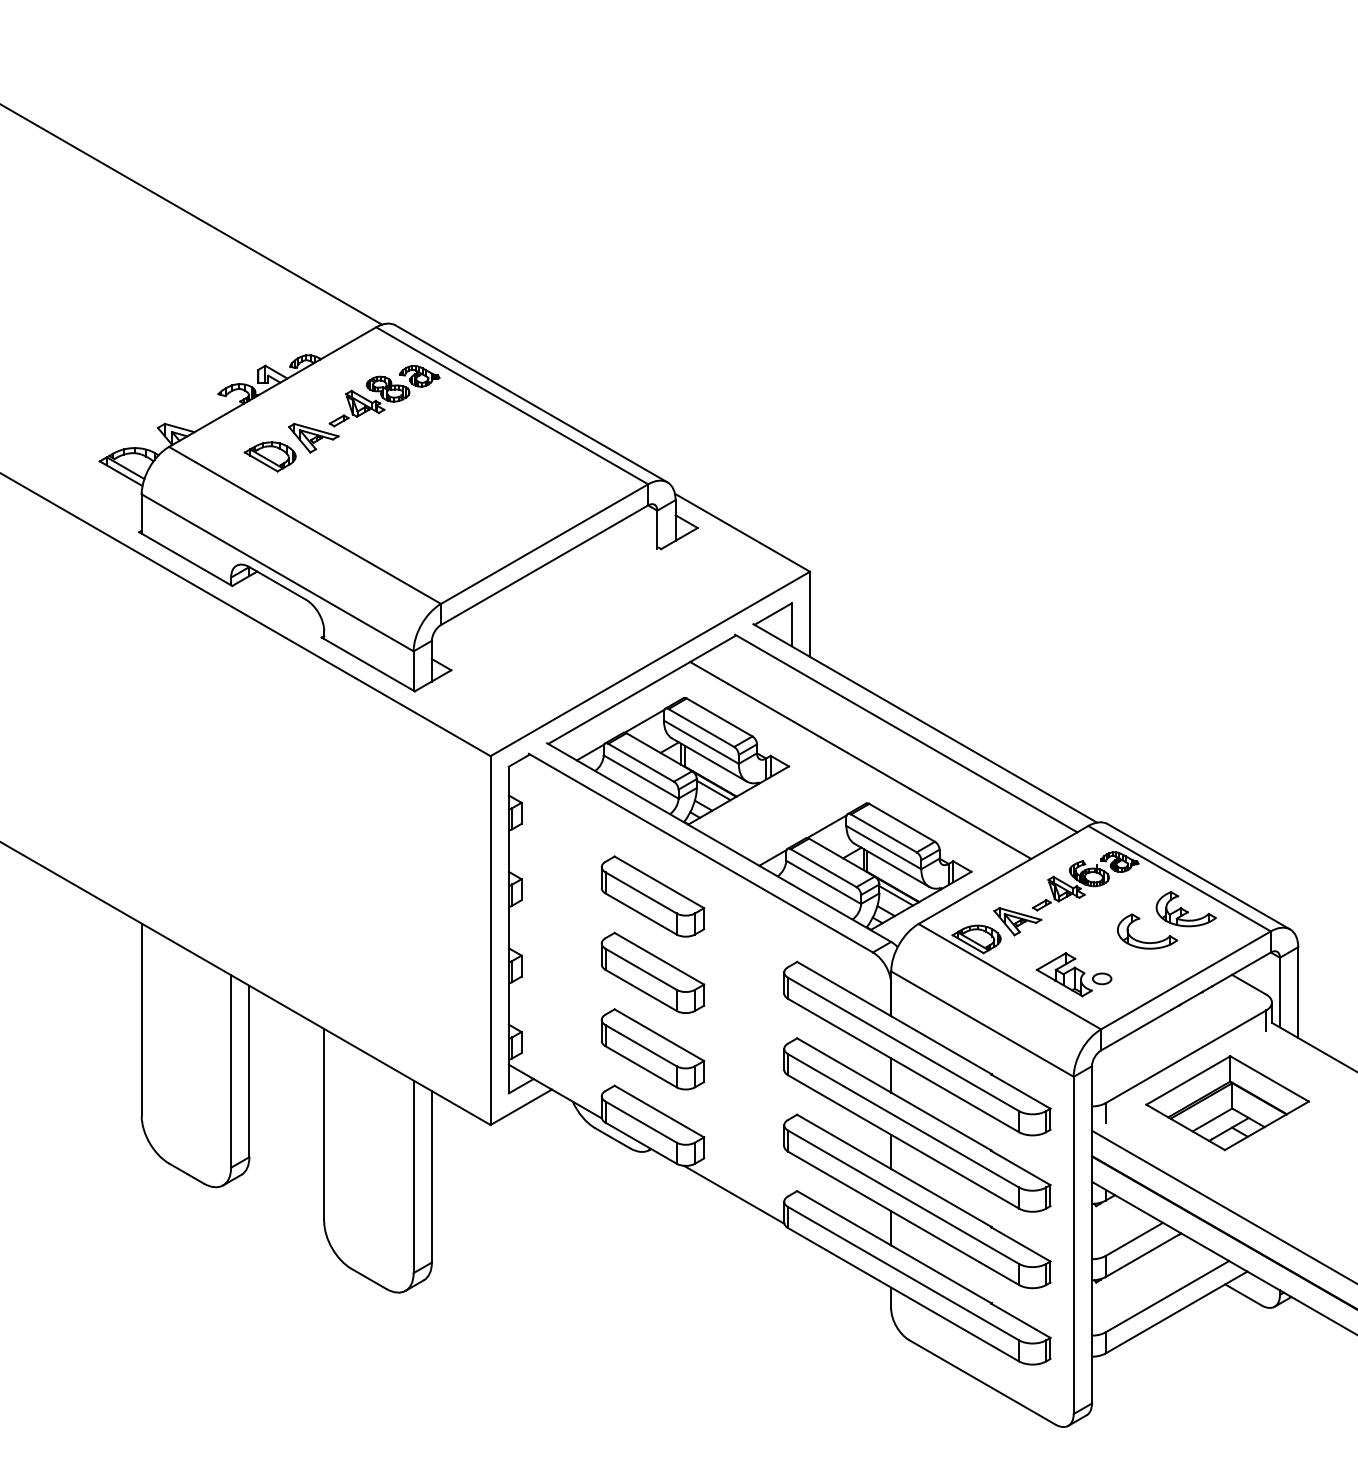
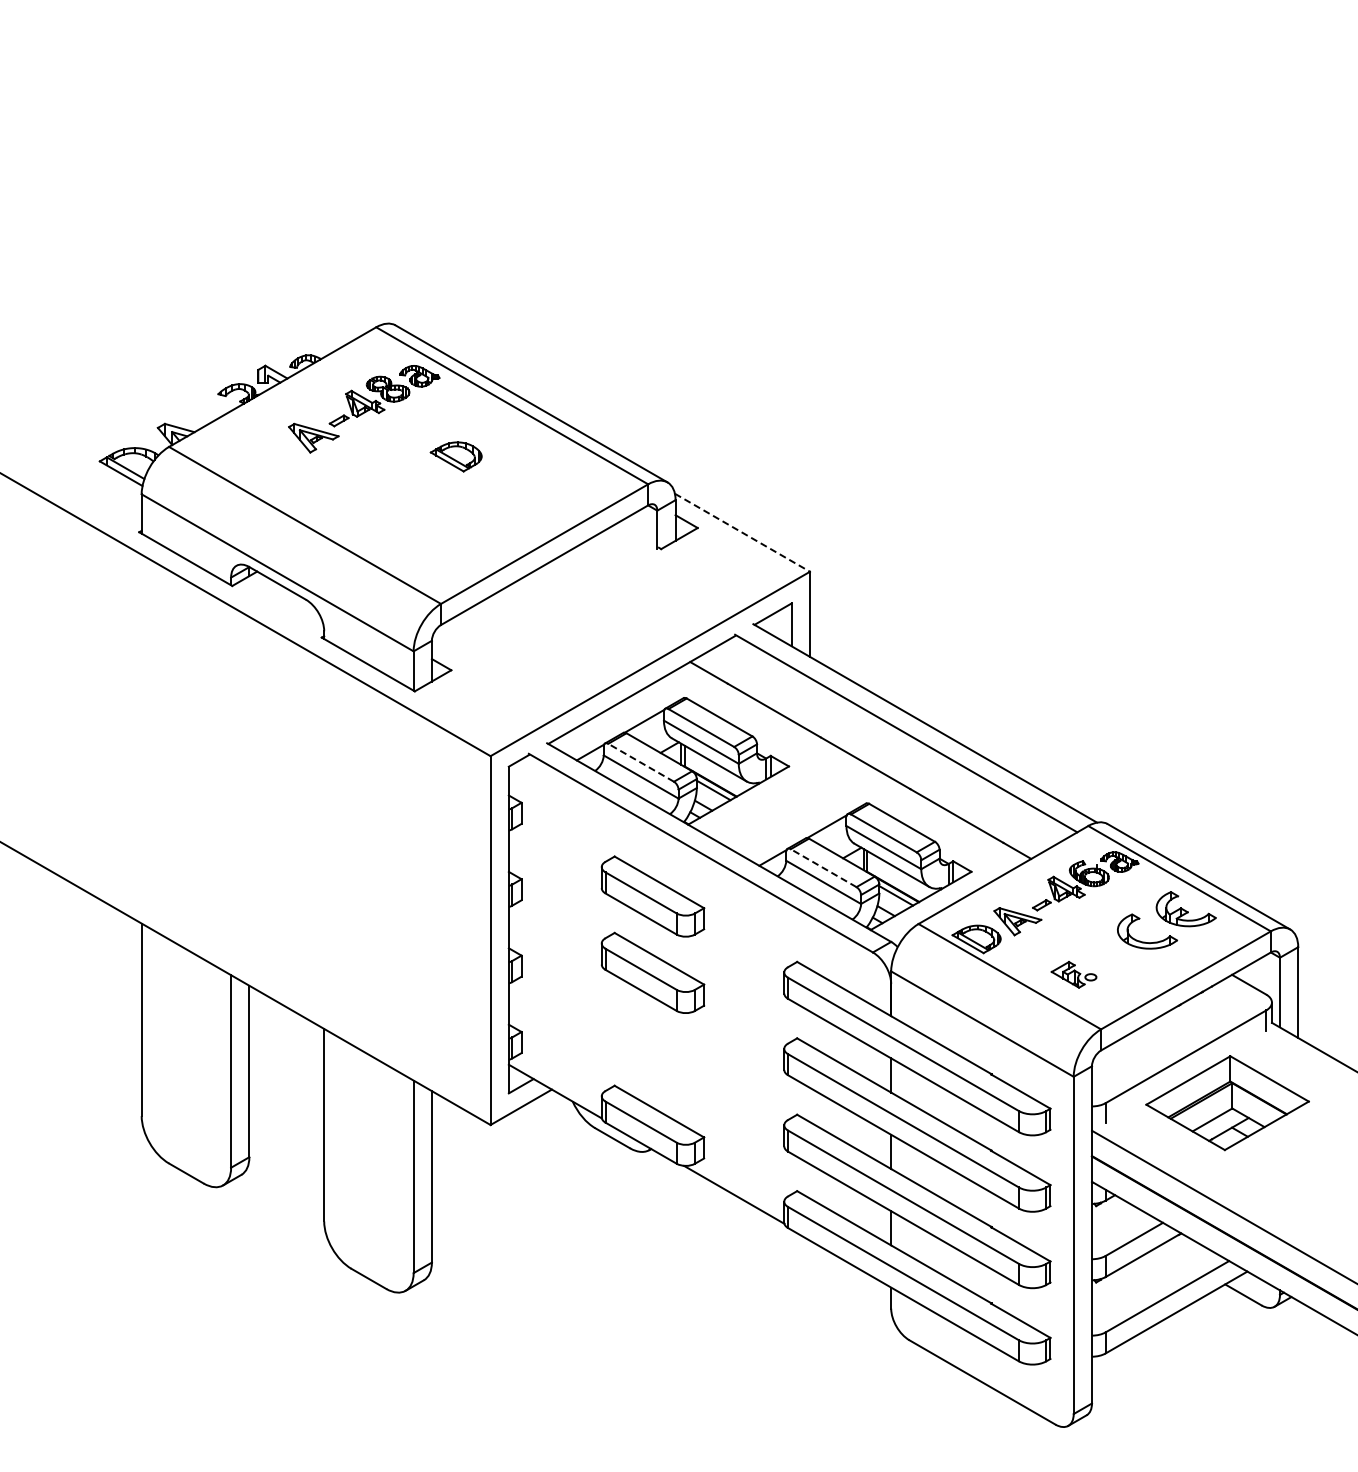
line at (192, 214): present -> none
part at (269, 456) position: (269, 456) -> (455, 456)
line at (742, 532): solid -> dashed
line at (641, 762): solid -> dashed
line at (823, 868): solid -> dashed
part at (1073, 974) size: 78x46 px -> 48x28 px
part at (652, 1049): present -> none
